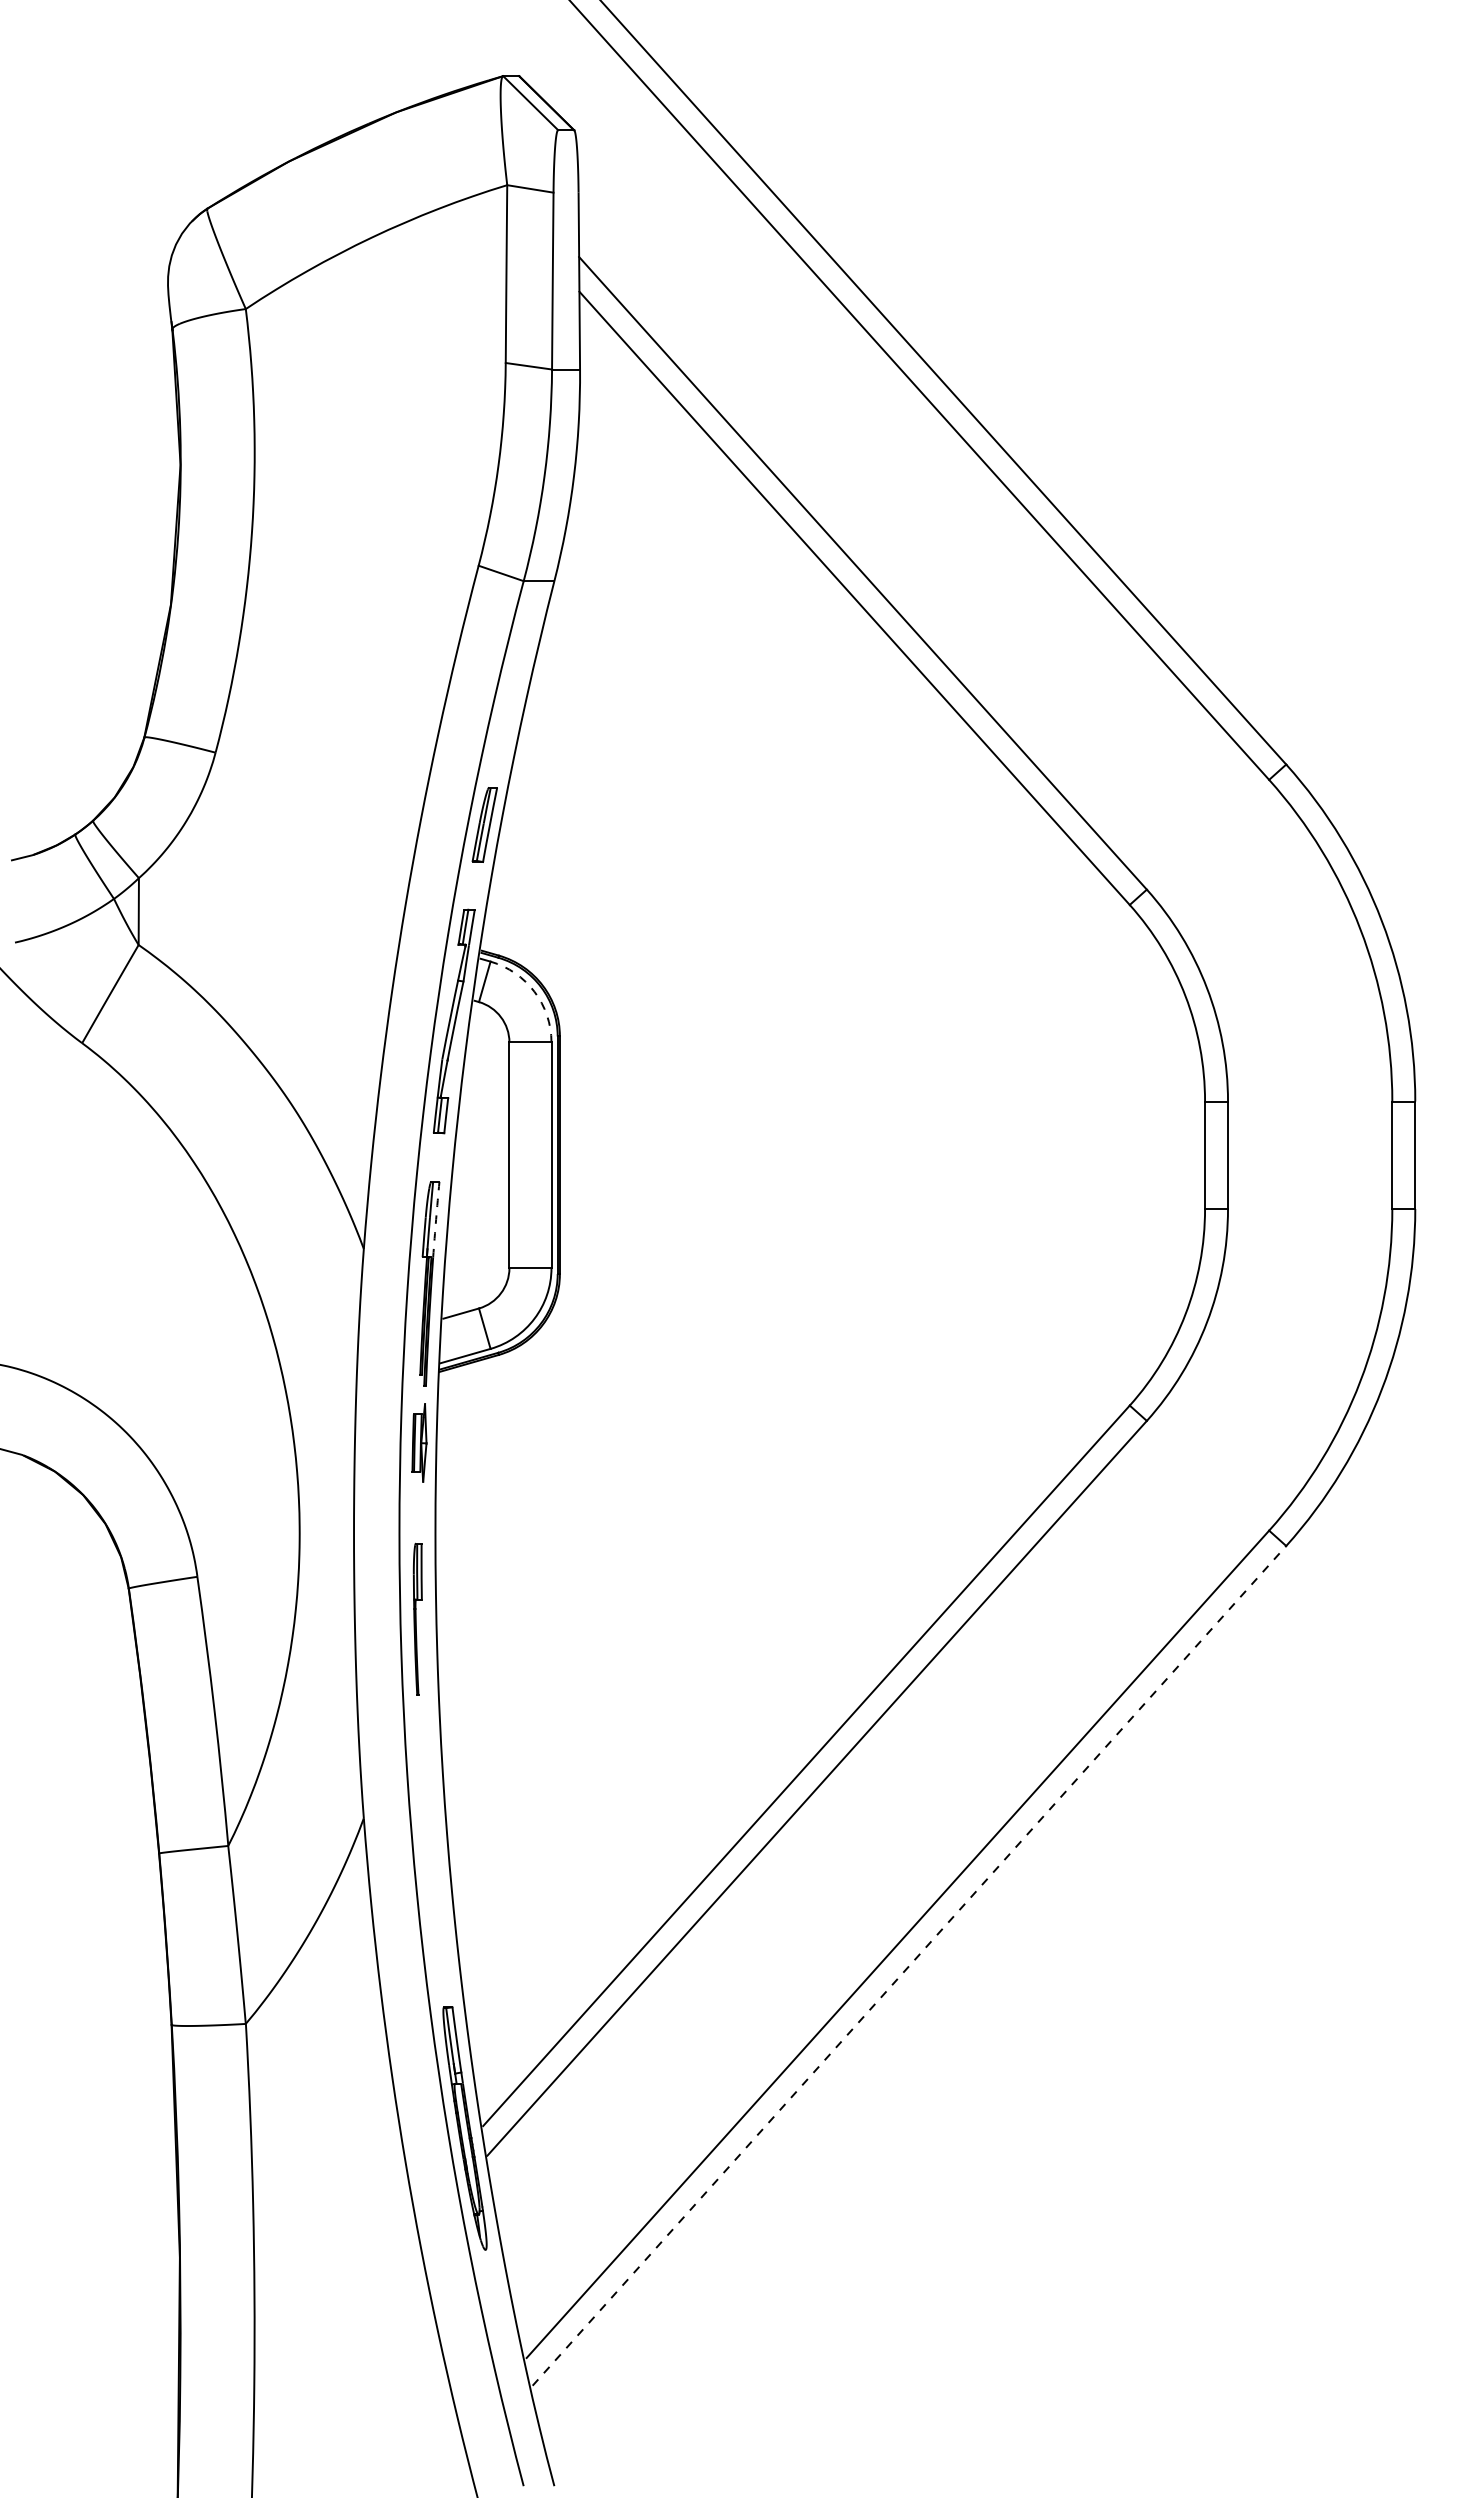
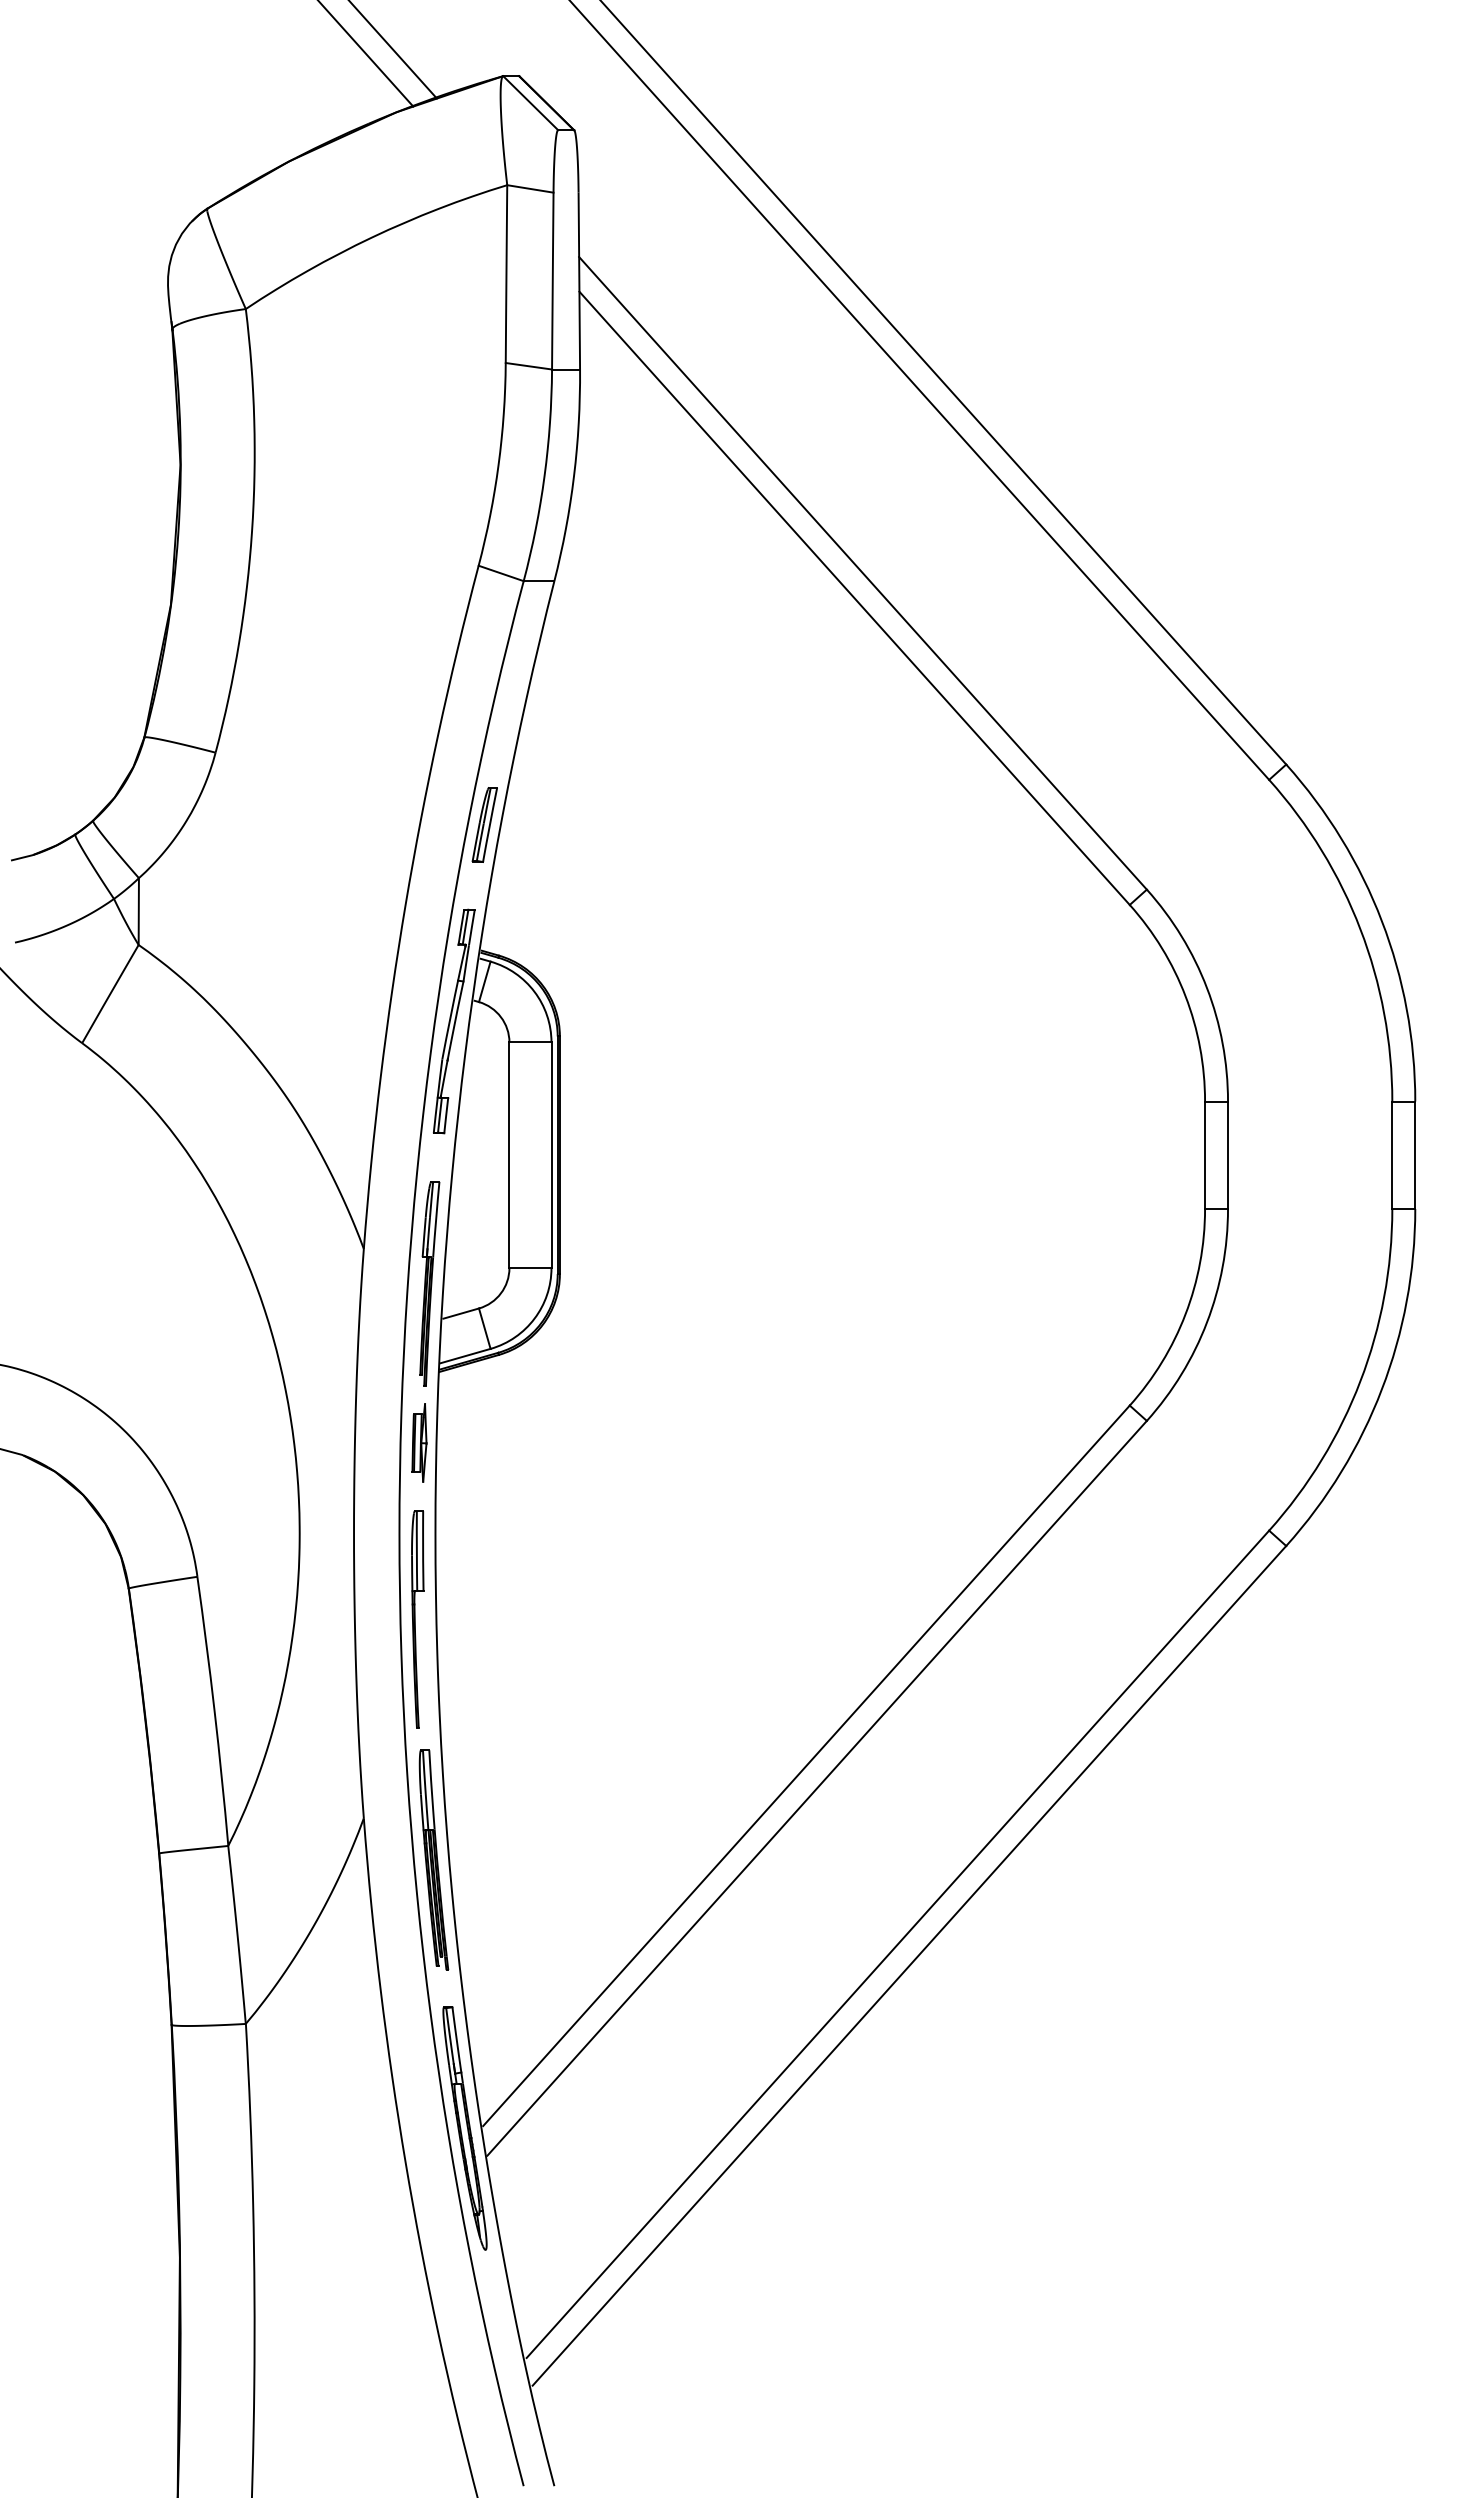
line at (393, 50): none -> present
line at (366, 54): none -> present
arc at (534, 991): dashed -> solid
arc at (436, 1219): dashed -> solid
part at (417, 1618) size: 11x154 px -> 14x219 px
part at (433, 1859): none -> present
line at (909, 1965): dashed -> solid
